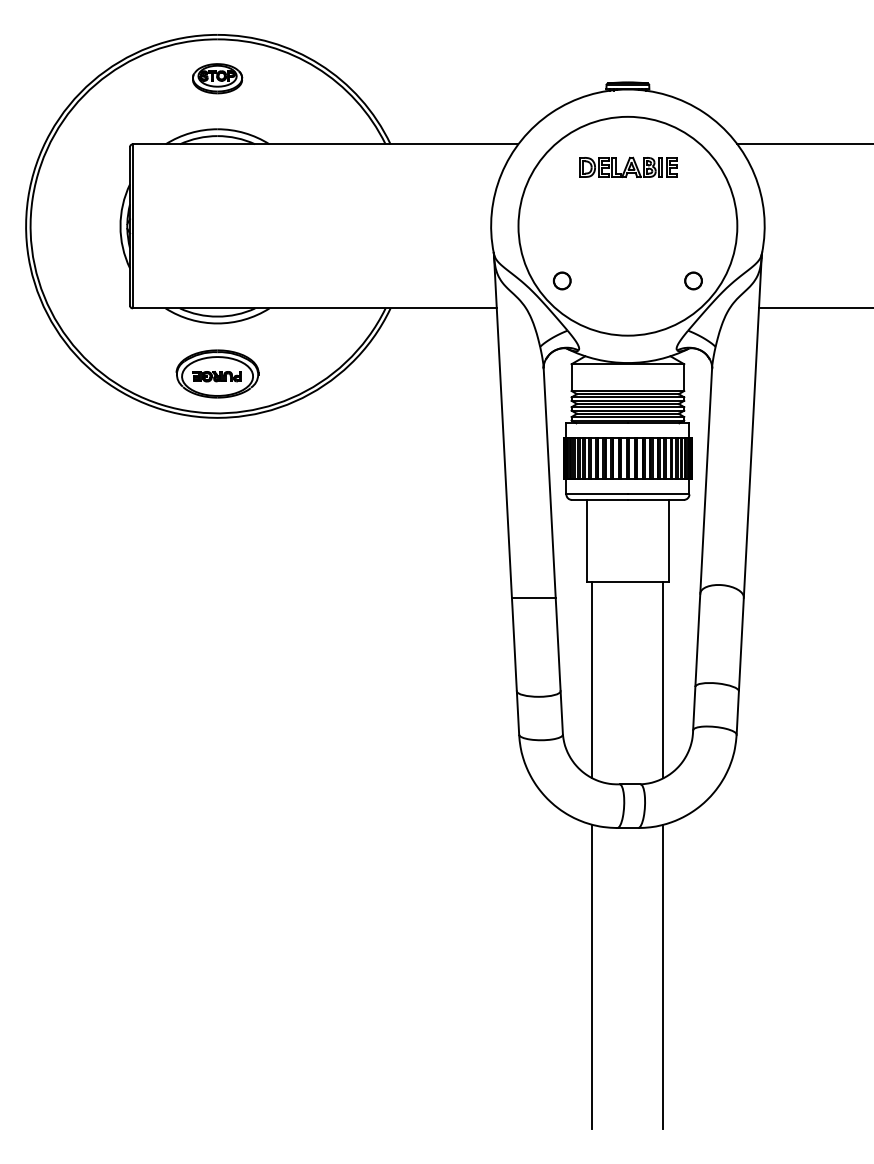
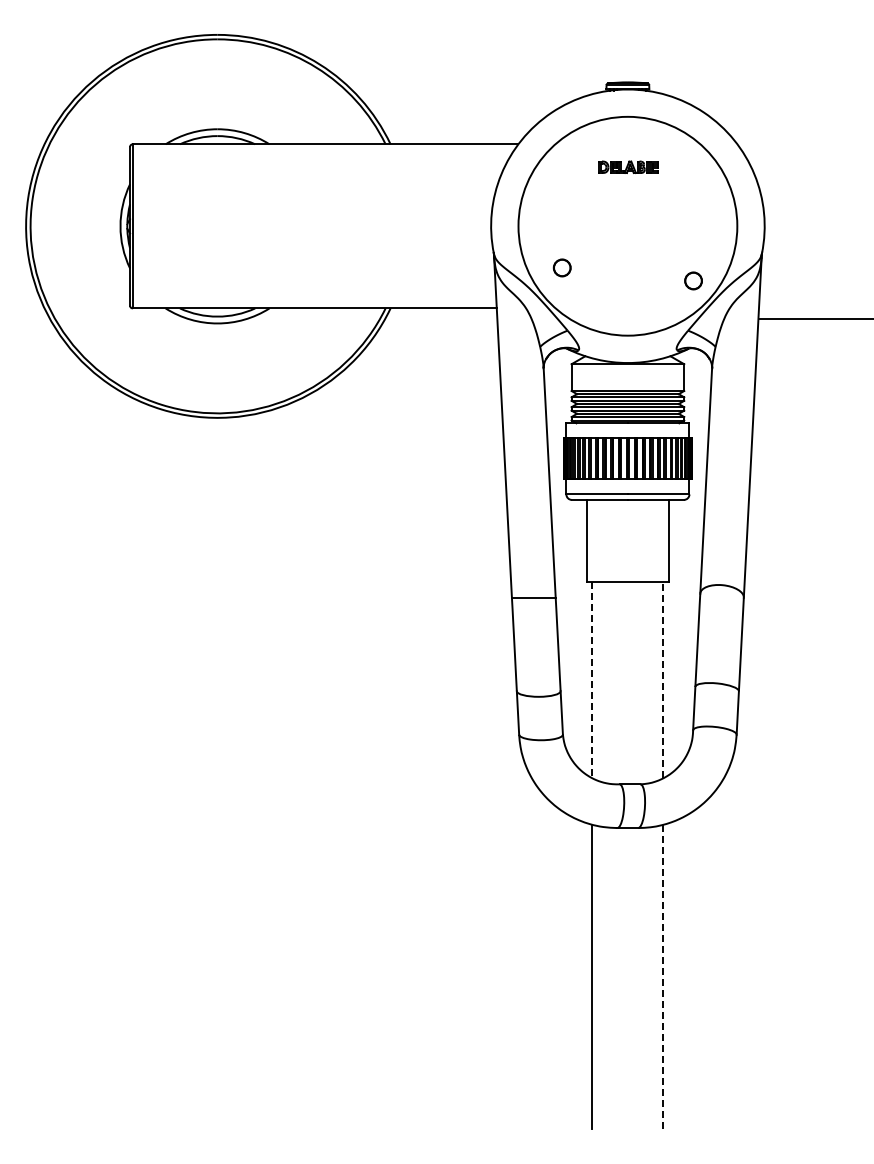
part at (217, 78): present -> none
line at (803, 144): present -> none
part at (628, 166) size: 99x22 px -> 61x14 px
part at (561, 280) position: (561, 280) -> (561, 267)
line at (814, 308) position: (814, 308) -> (814, 319)
part at (217, 373): present -> none
line at (663, 679): solid -> dashed
line at (592, 680): solid -> dashed
line at (663, 976): solid -> dashed
